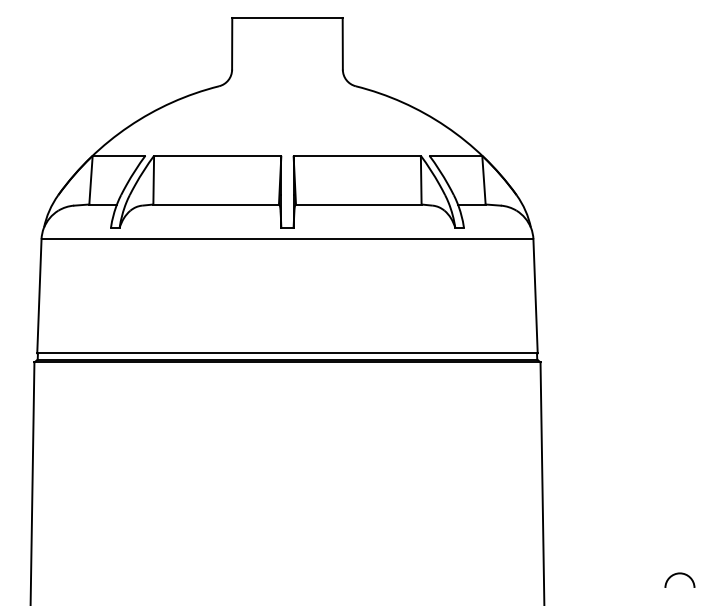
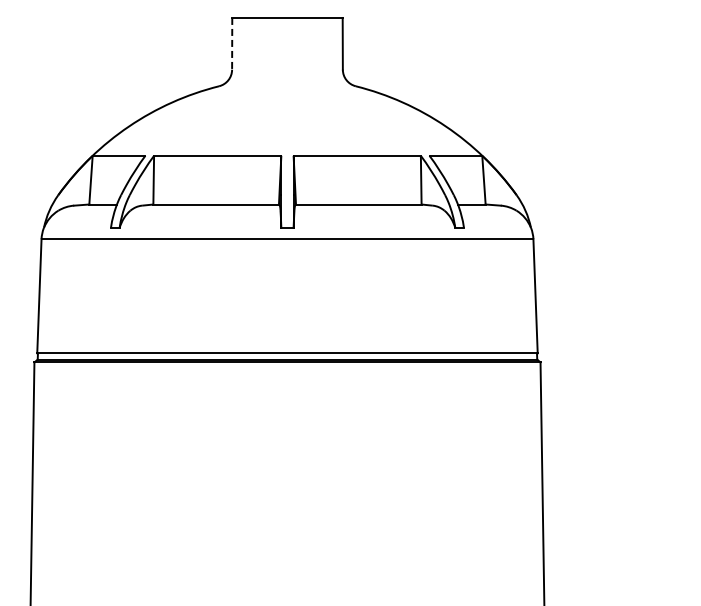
line at (232, 43): solid -> dashed
arc at (679, 574): present -> none
